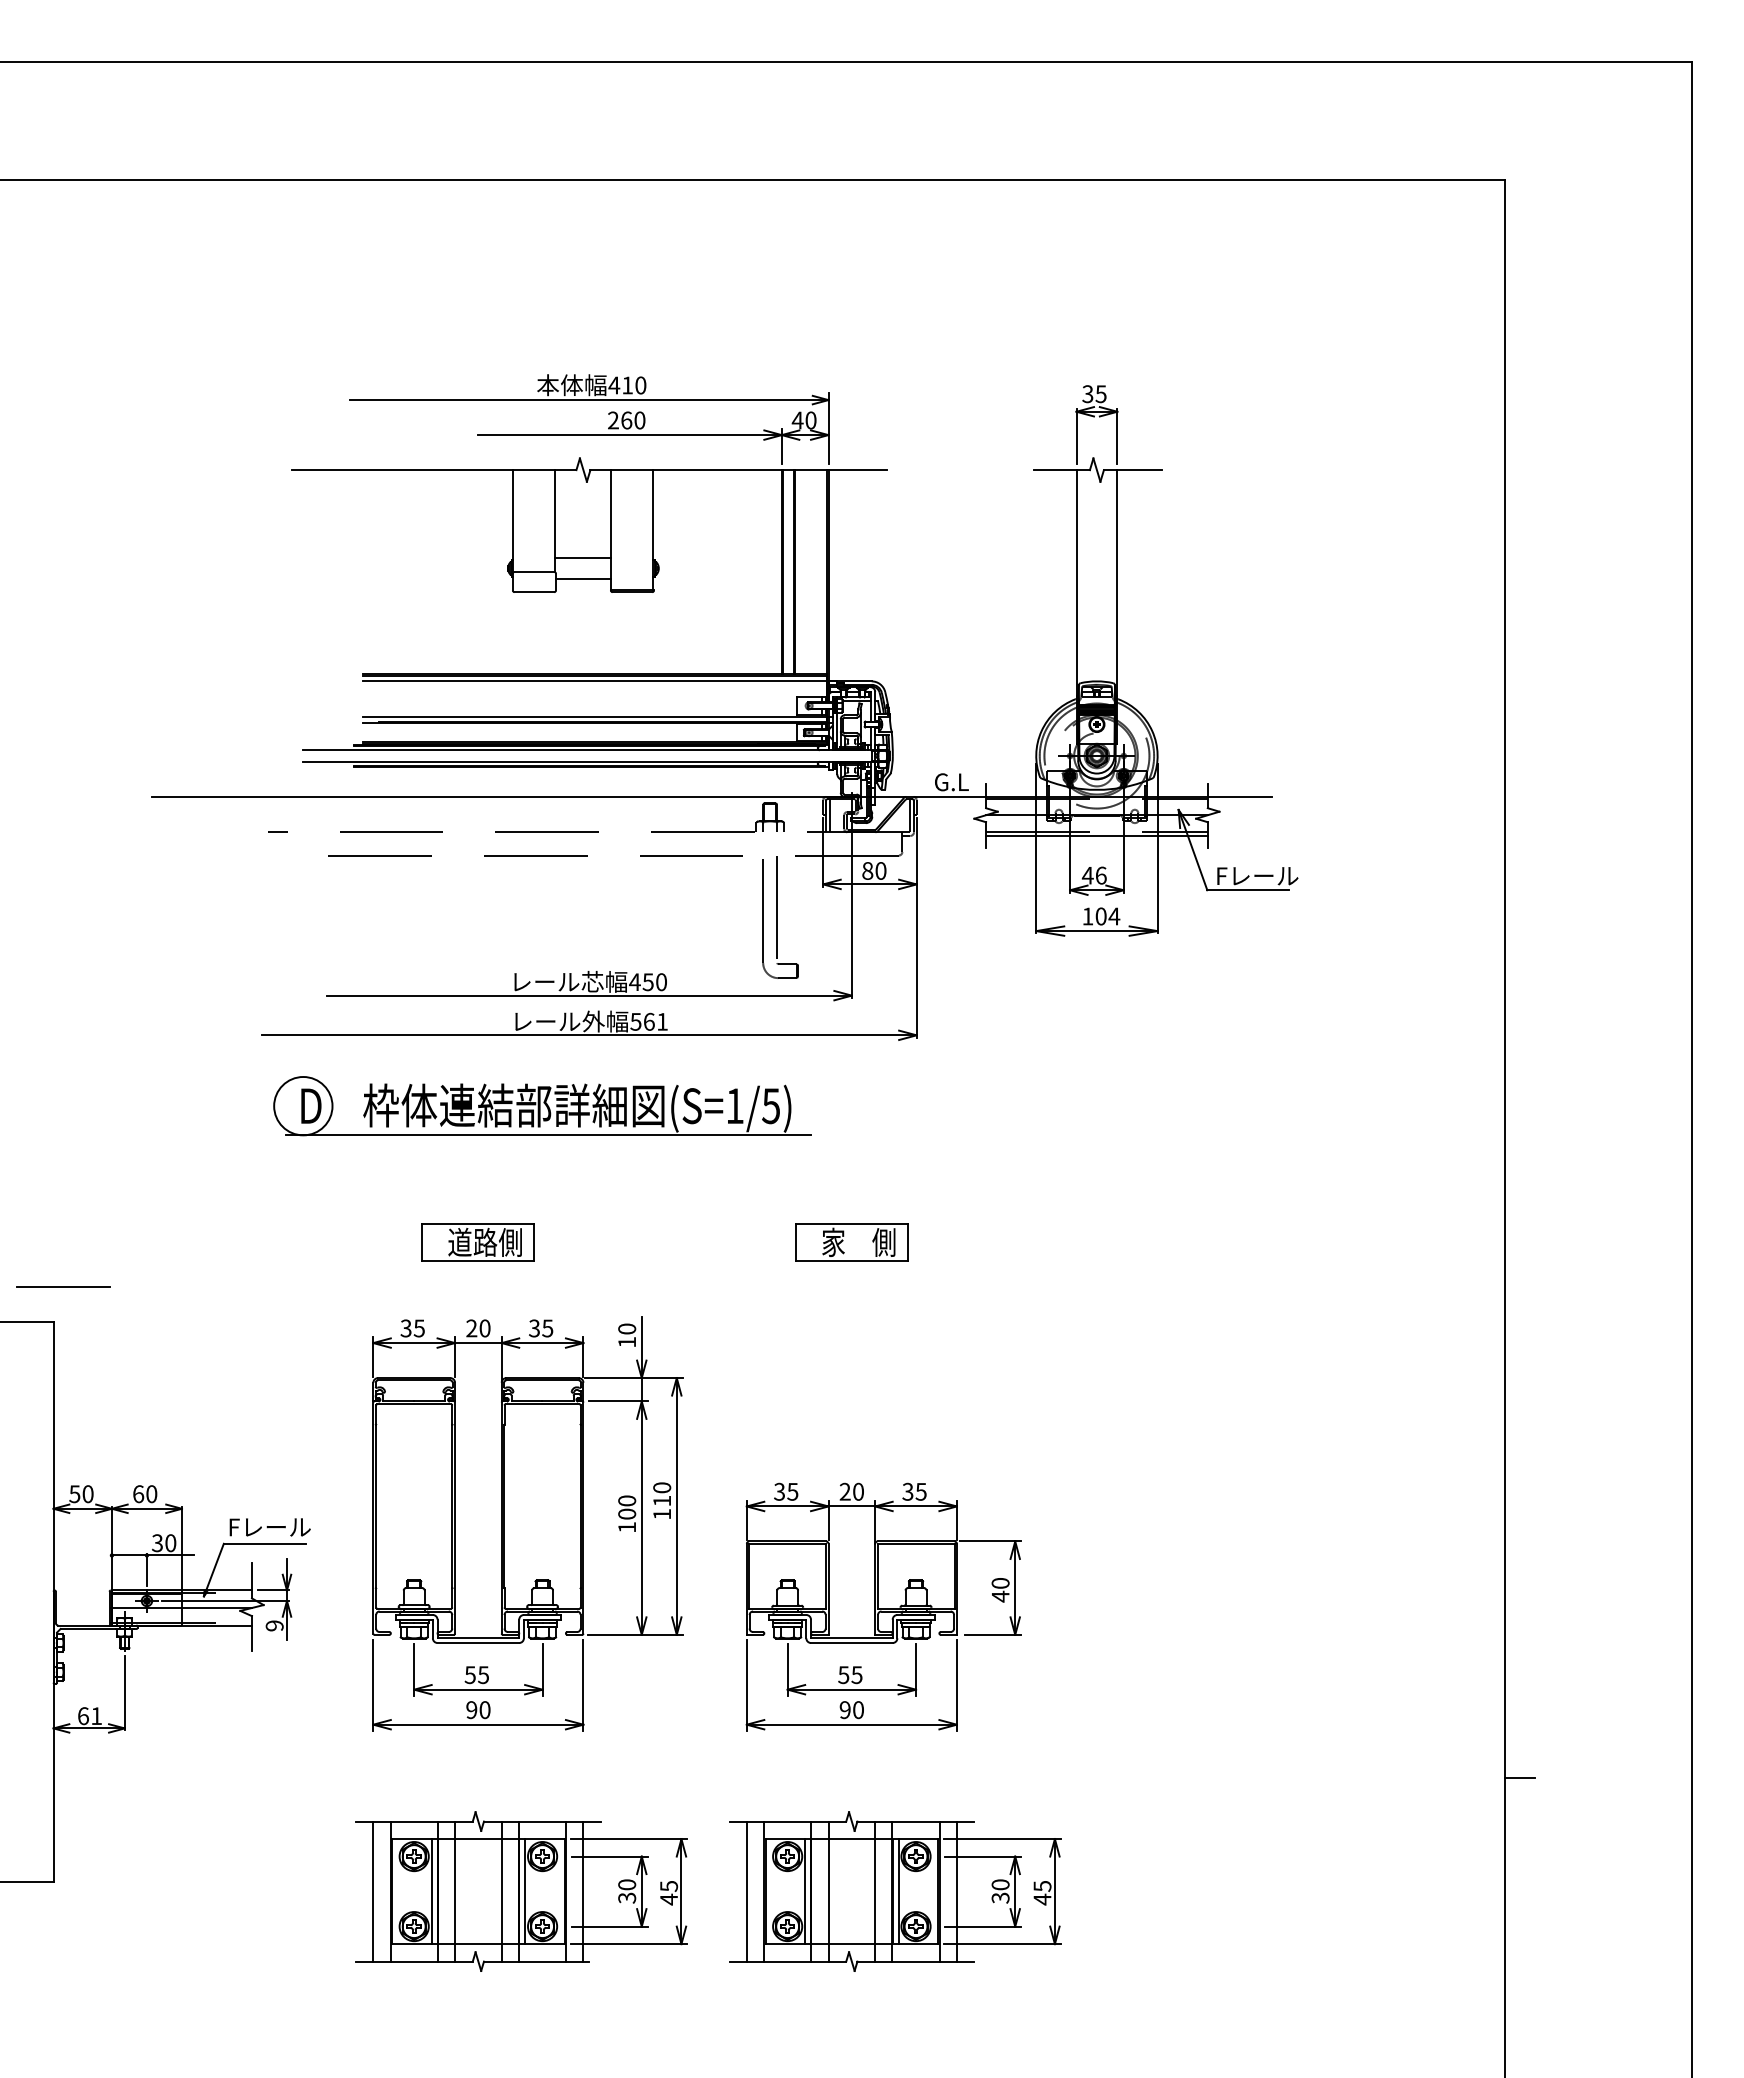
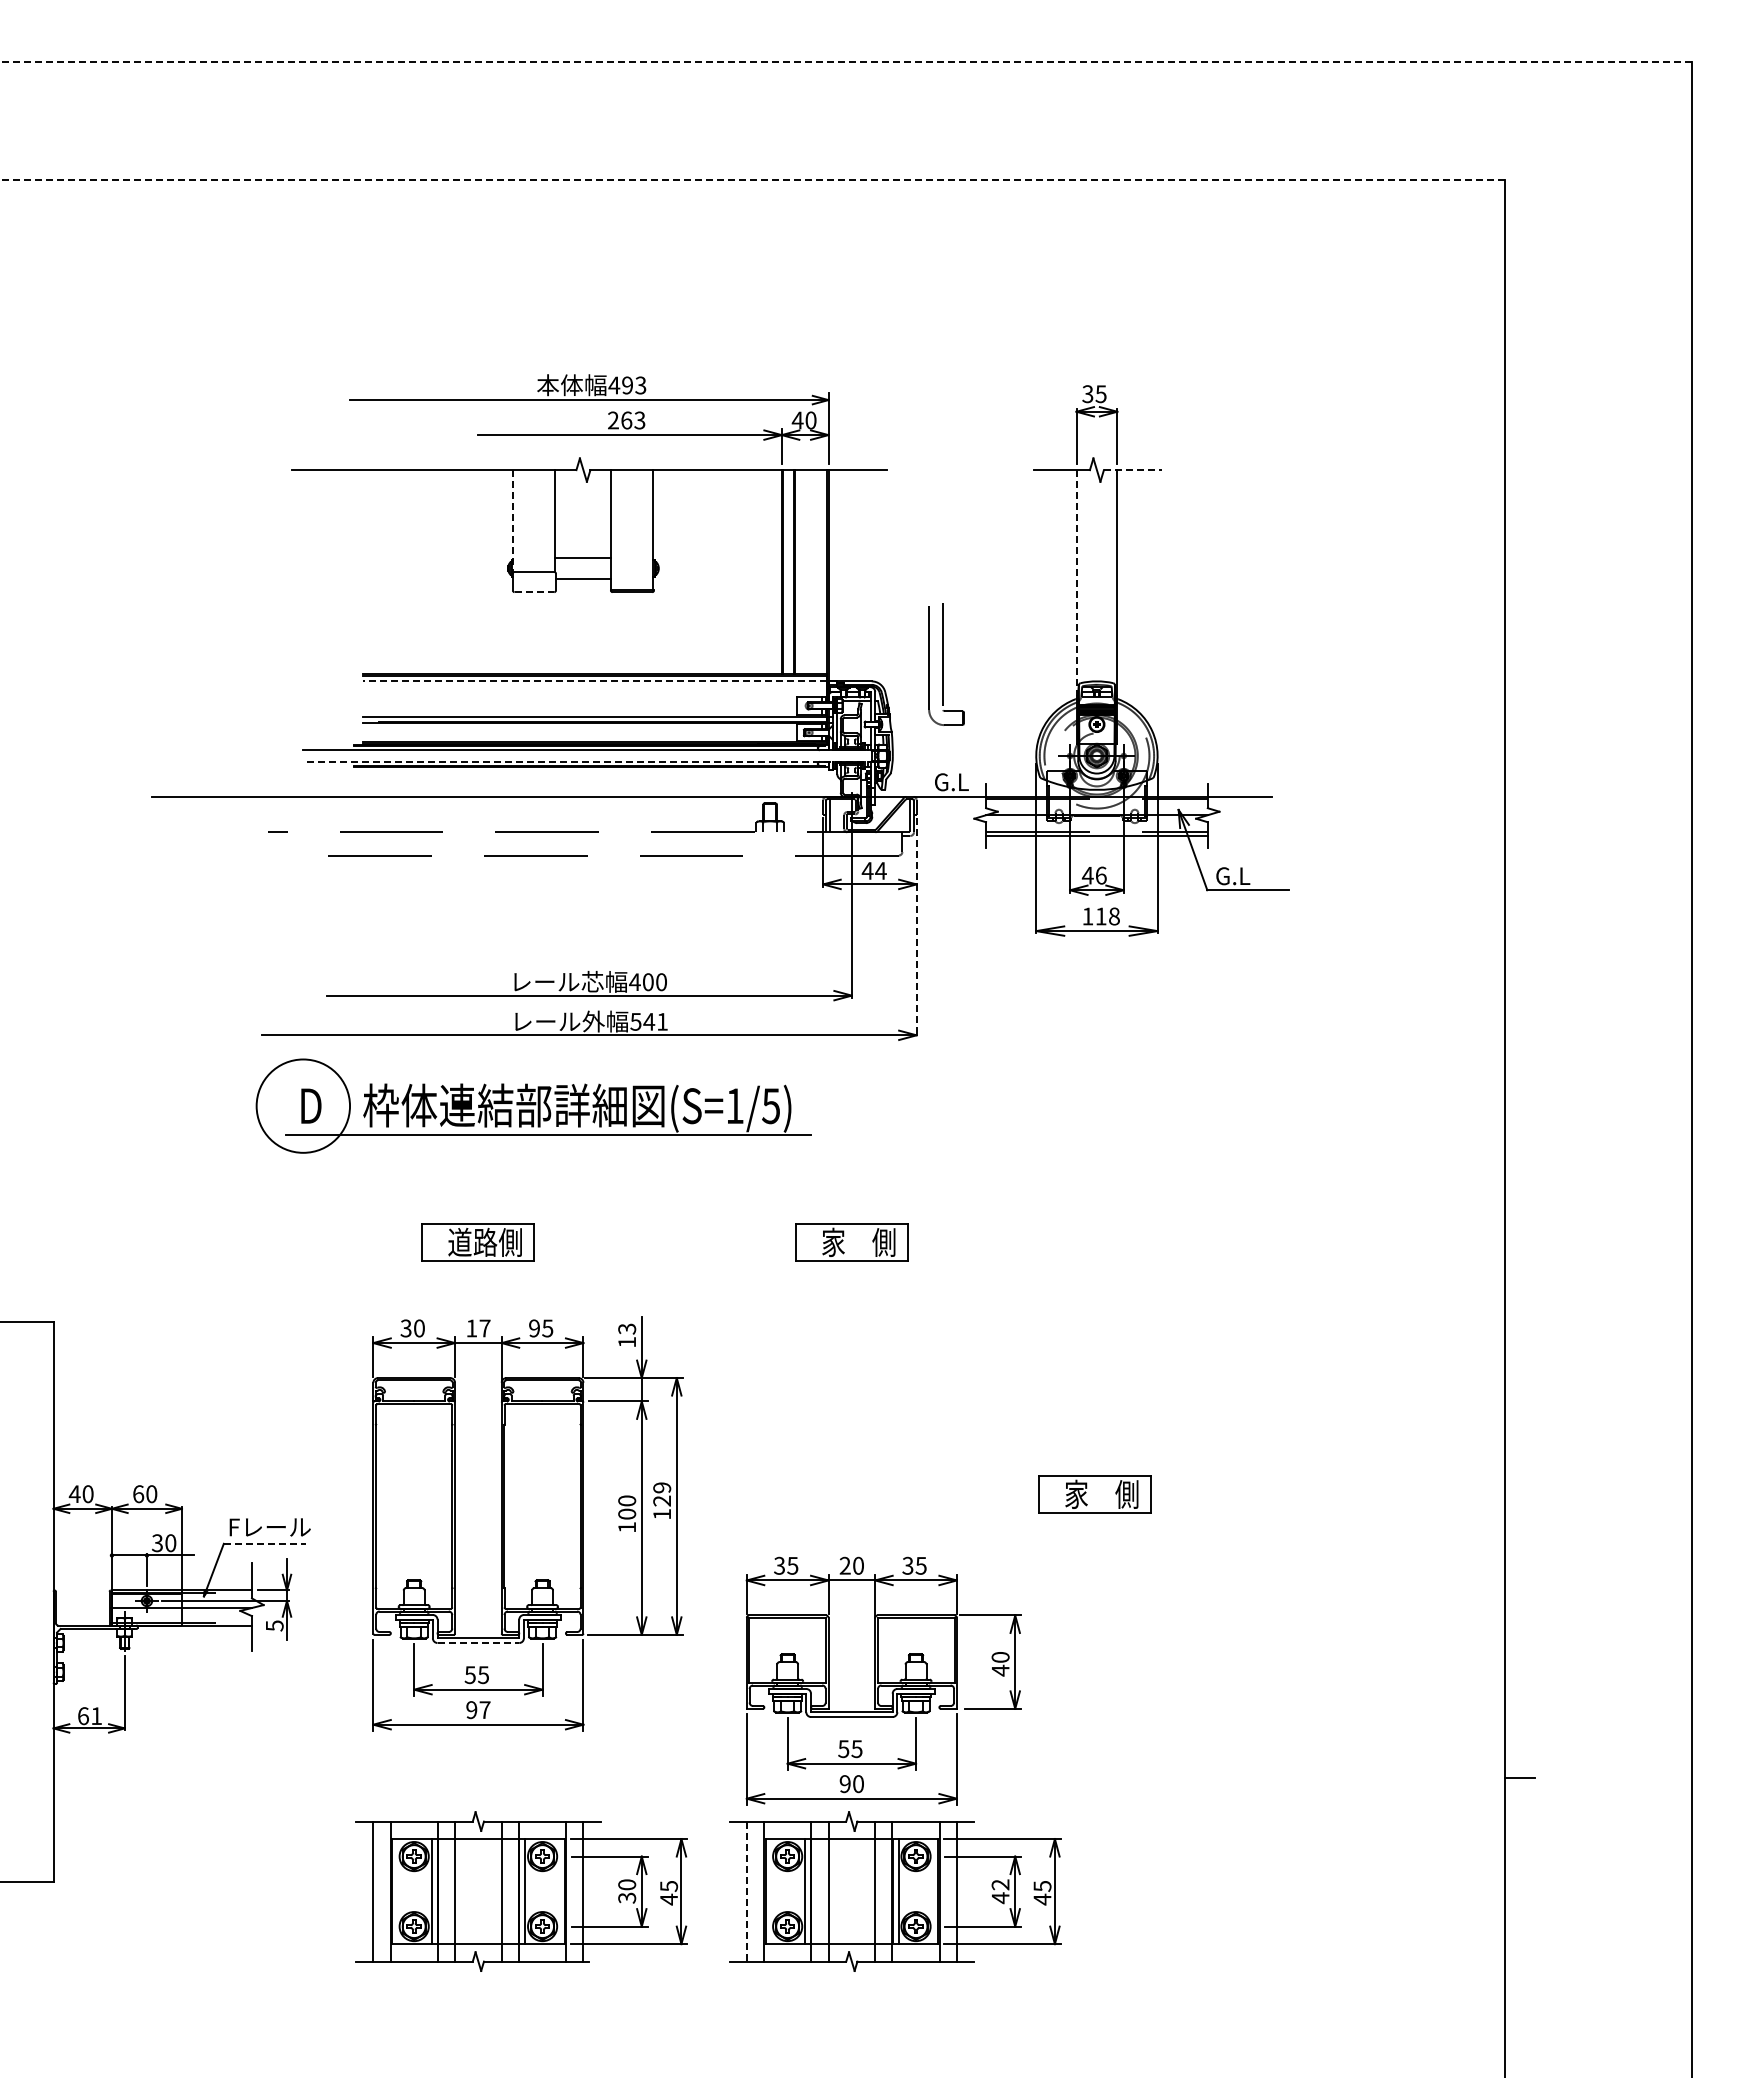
line at (845, 62): solid -> dashed
line at (752, 179): solid -> dashed
text at (634, 385): 410 -> 493
text at (639, 420): 260 -> 263
line at (1133, 470): solid -> dashed
line at (513, 521): solid -> dashed
line at (1076, 583): solid -> dashed
line at (534, 592): solid -> dashed
line at (594, 680): solid -> dashed
line at (589, 761): solid -> dashed
text at (873, 870): 80 -> 44
text at (1257, 876): Fレール -> G.L
text at (1107, 916): 104 -> 118
part at (780, 917) position: (780, 917) -> (946, 664)
line at (916, 928): solid -> dashed
text at (647, 982): 450 -> 400
text at (649, 1021): 561 -> 541
circle at (303, 1105) diameter: 58 px -> 93 px
line at (63, 1286): present -> none
text at (418, 1328): 35 -> 30
text at (478, 1328): 20 -> 17
text at (534, 1328): 35 -> 95
text at (627, 1328): 10 -> 13
text at (74, 1494): 50 -> 40
text at (662, 1494): 110 -> 129
part at (1094, 1494): none -> present
line at (264, 1543): solid -> dashed
part at (883, 1606) position: (883, 1606) -> (883, 1680)
text at (274, 1625): 9 -> 5
line at (478, 1643): solid -> dashed
text at (484, 1710): 90 -> 97
text at (1000, 1891): 30 -> 42
line at (746, 1892): solid -> dashed
